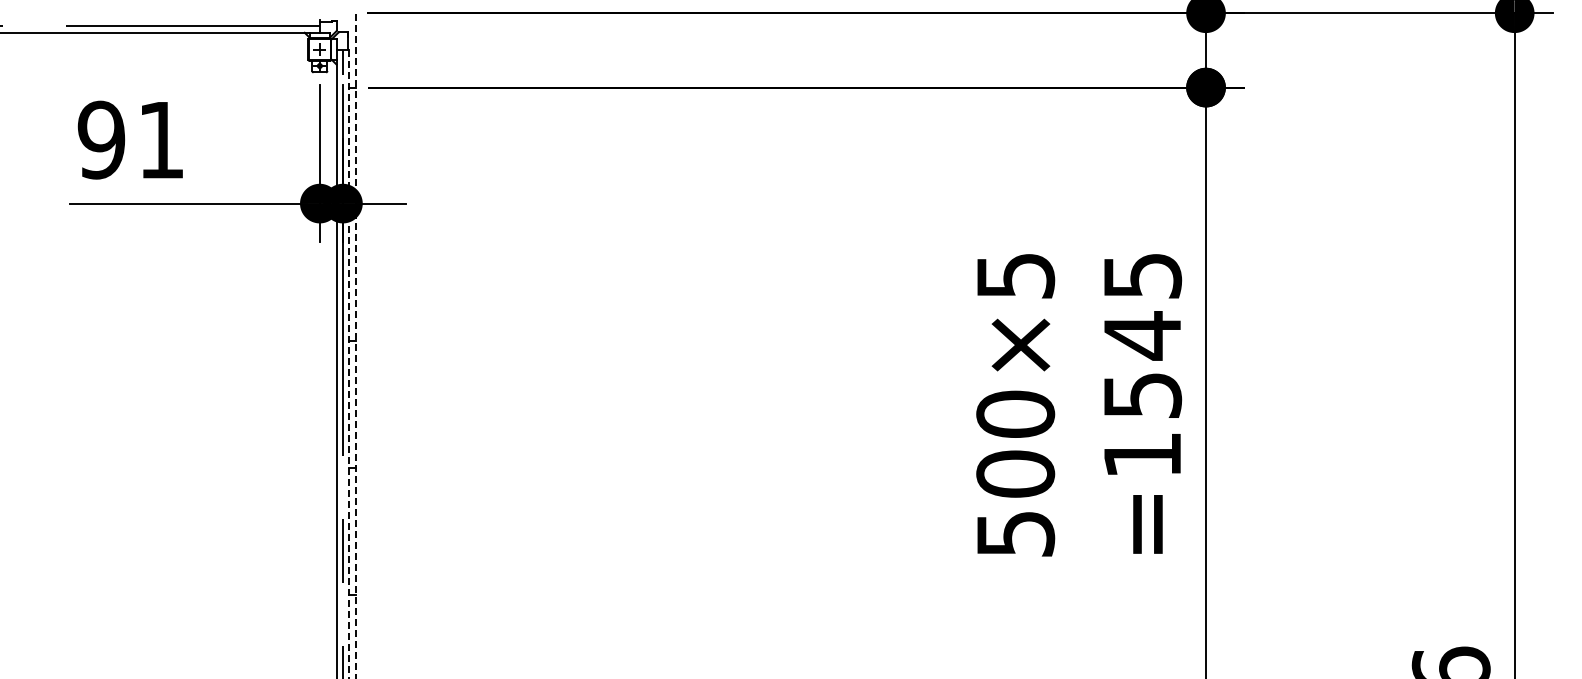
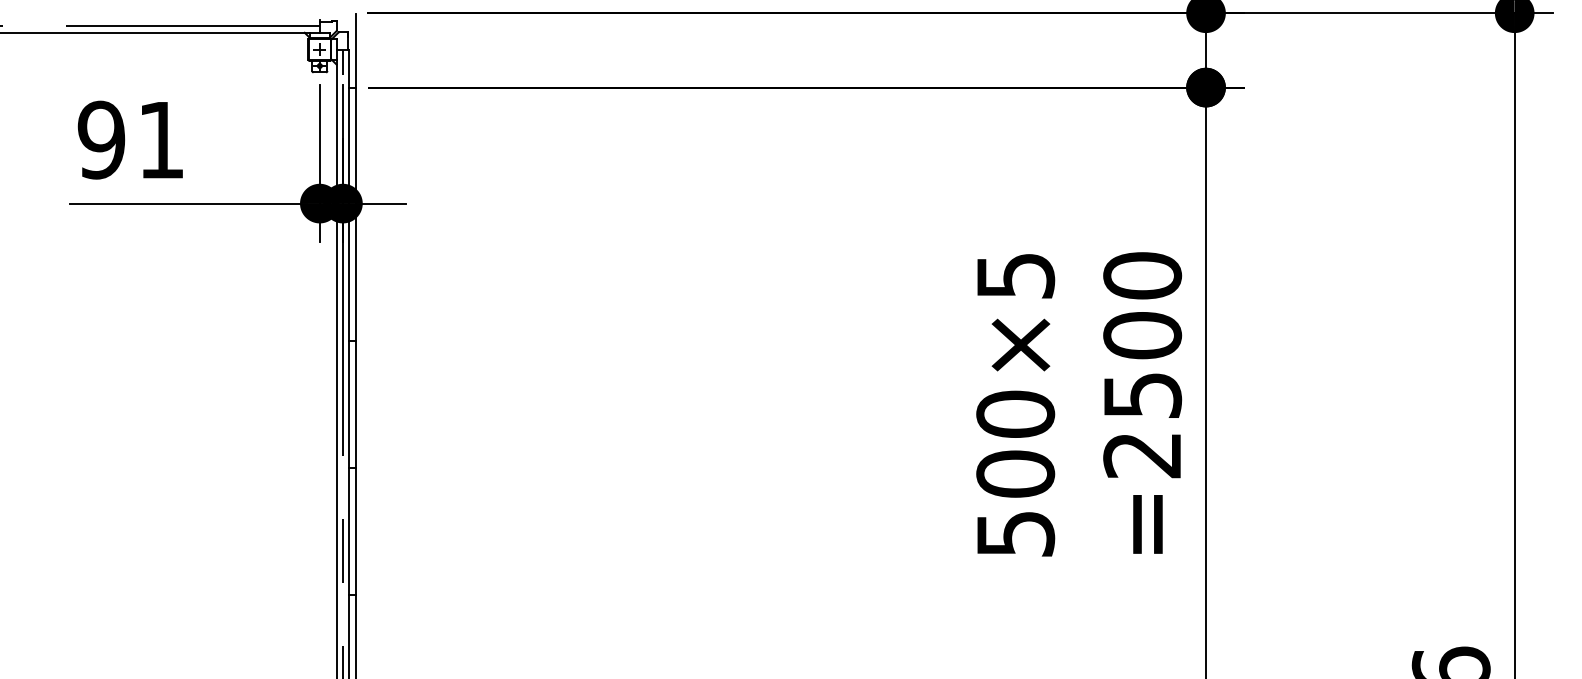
line at (356, 345): dashed -> solid
line at (349, 364): dashed -> solid
text at (1142, 365): =1545 -> =2500
